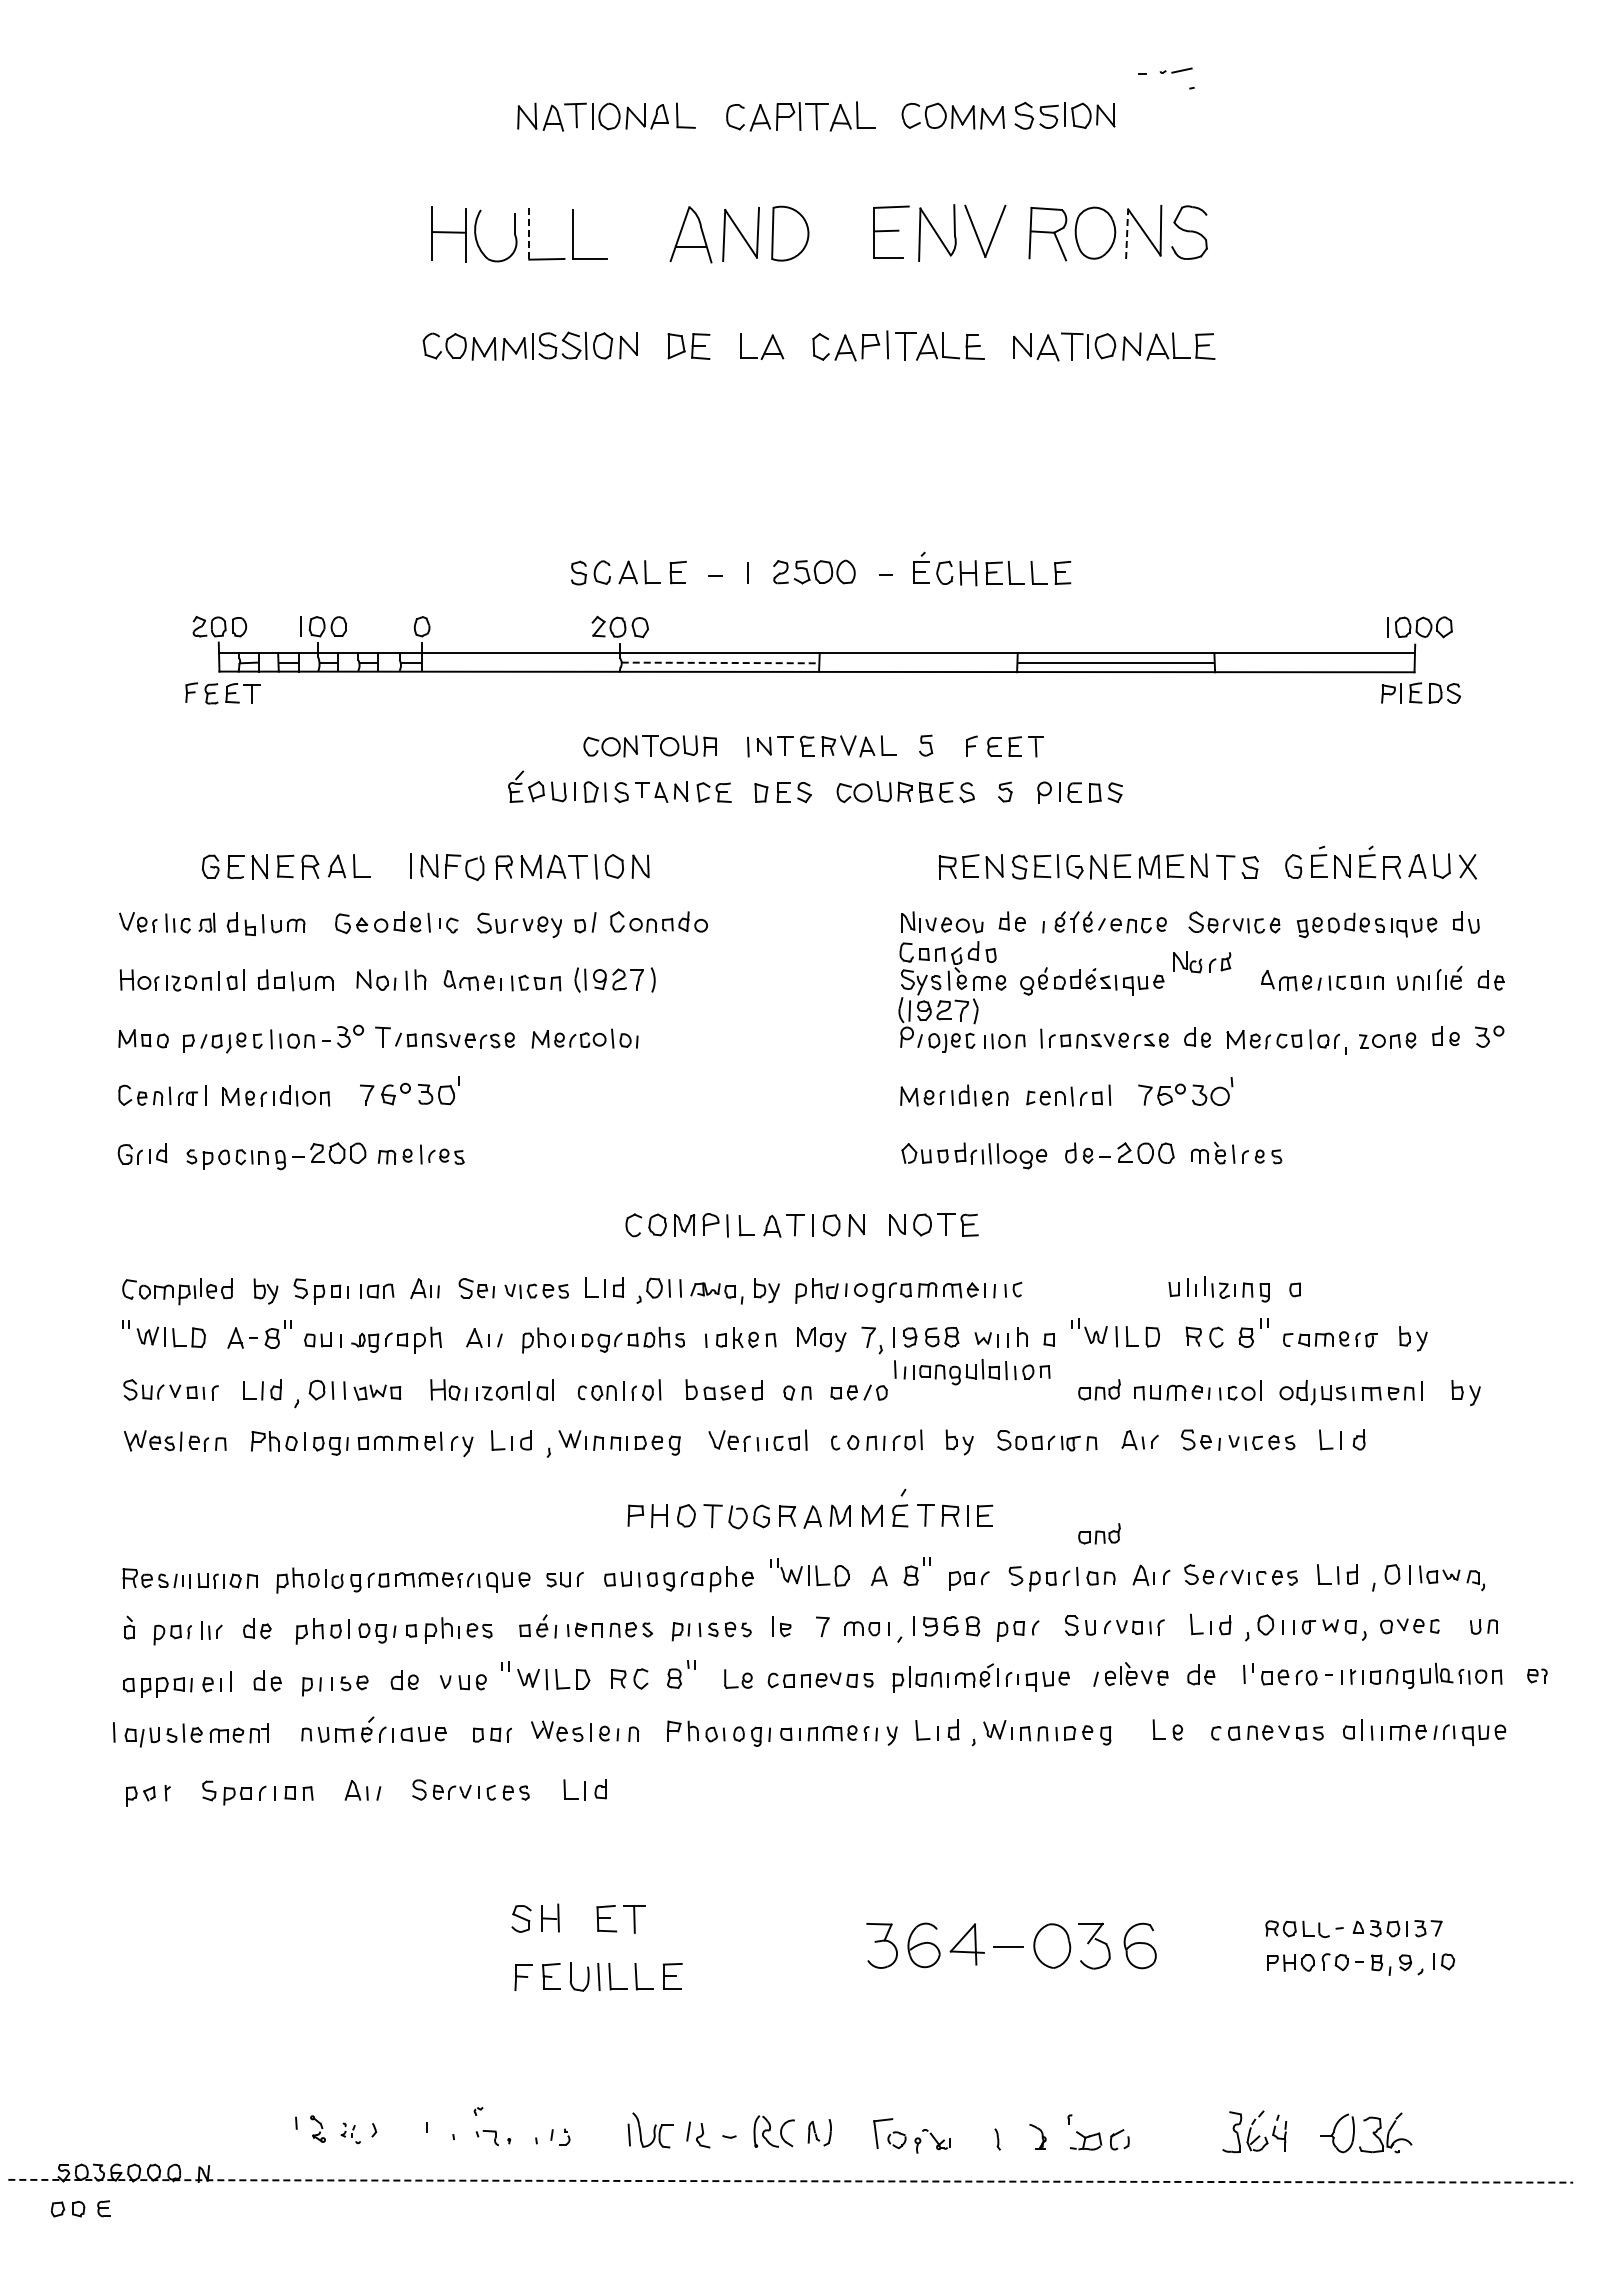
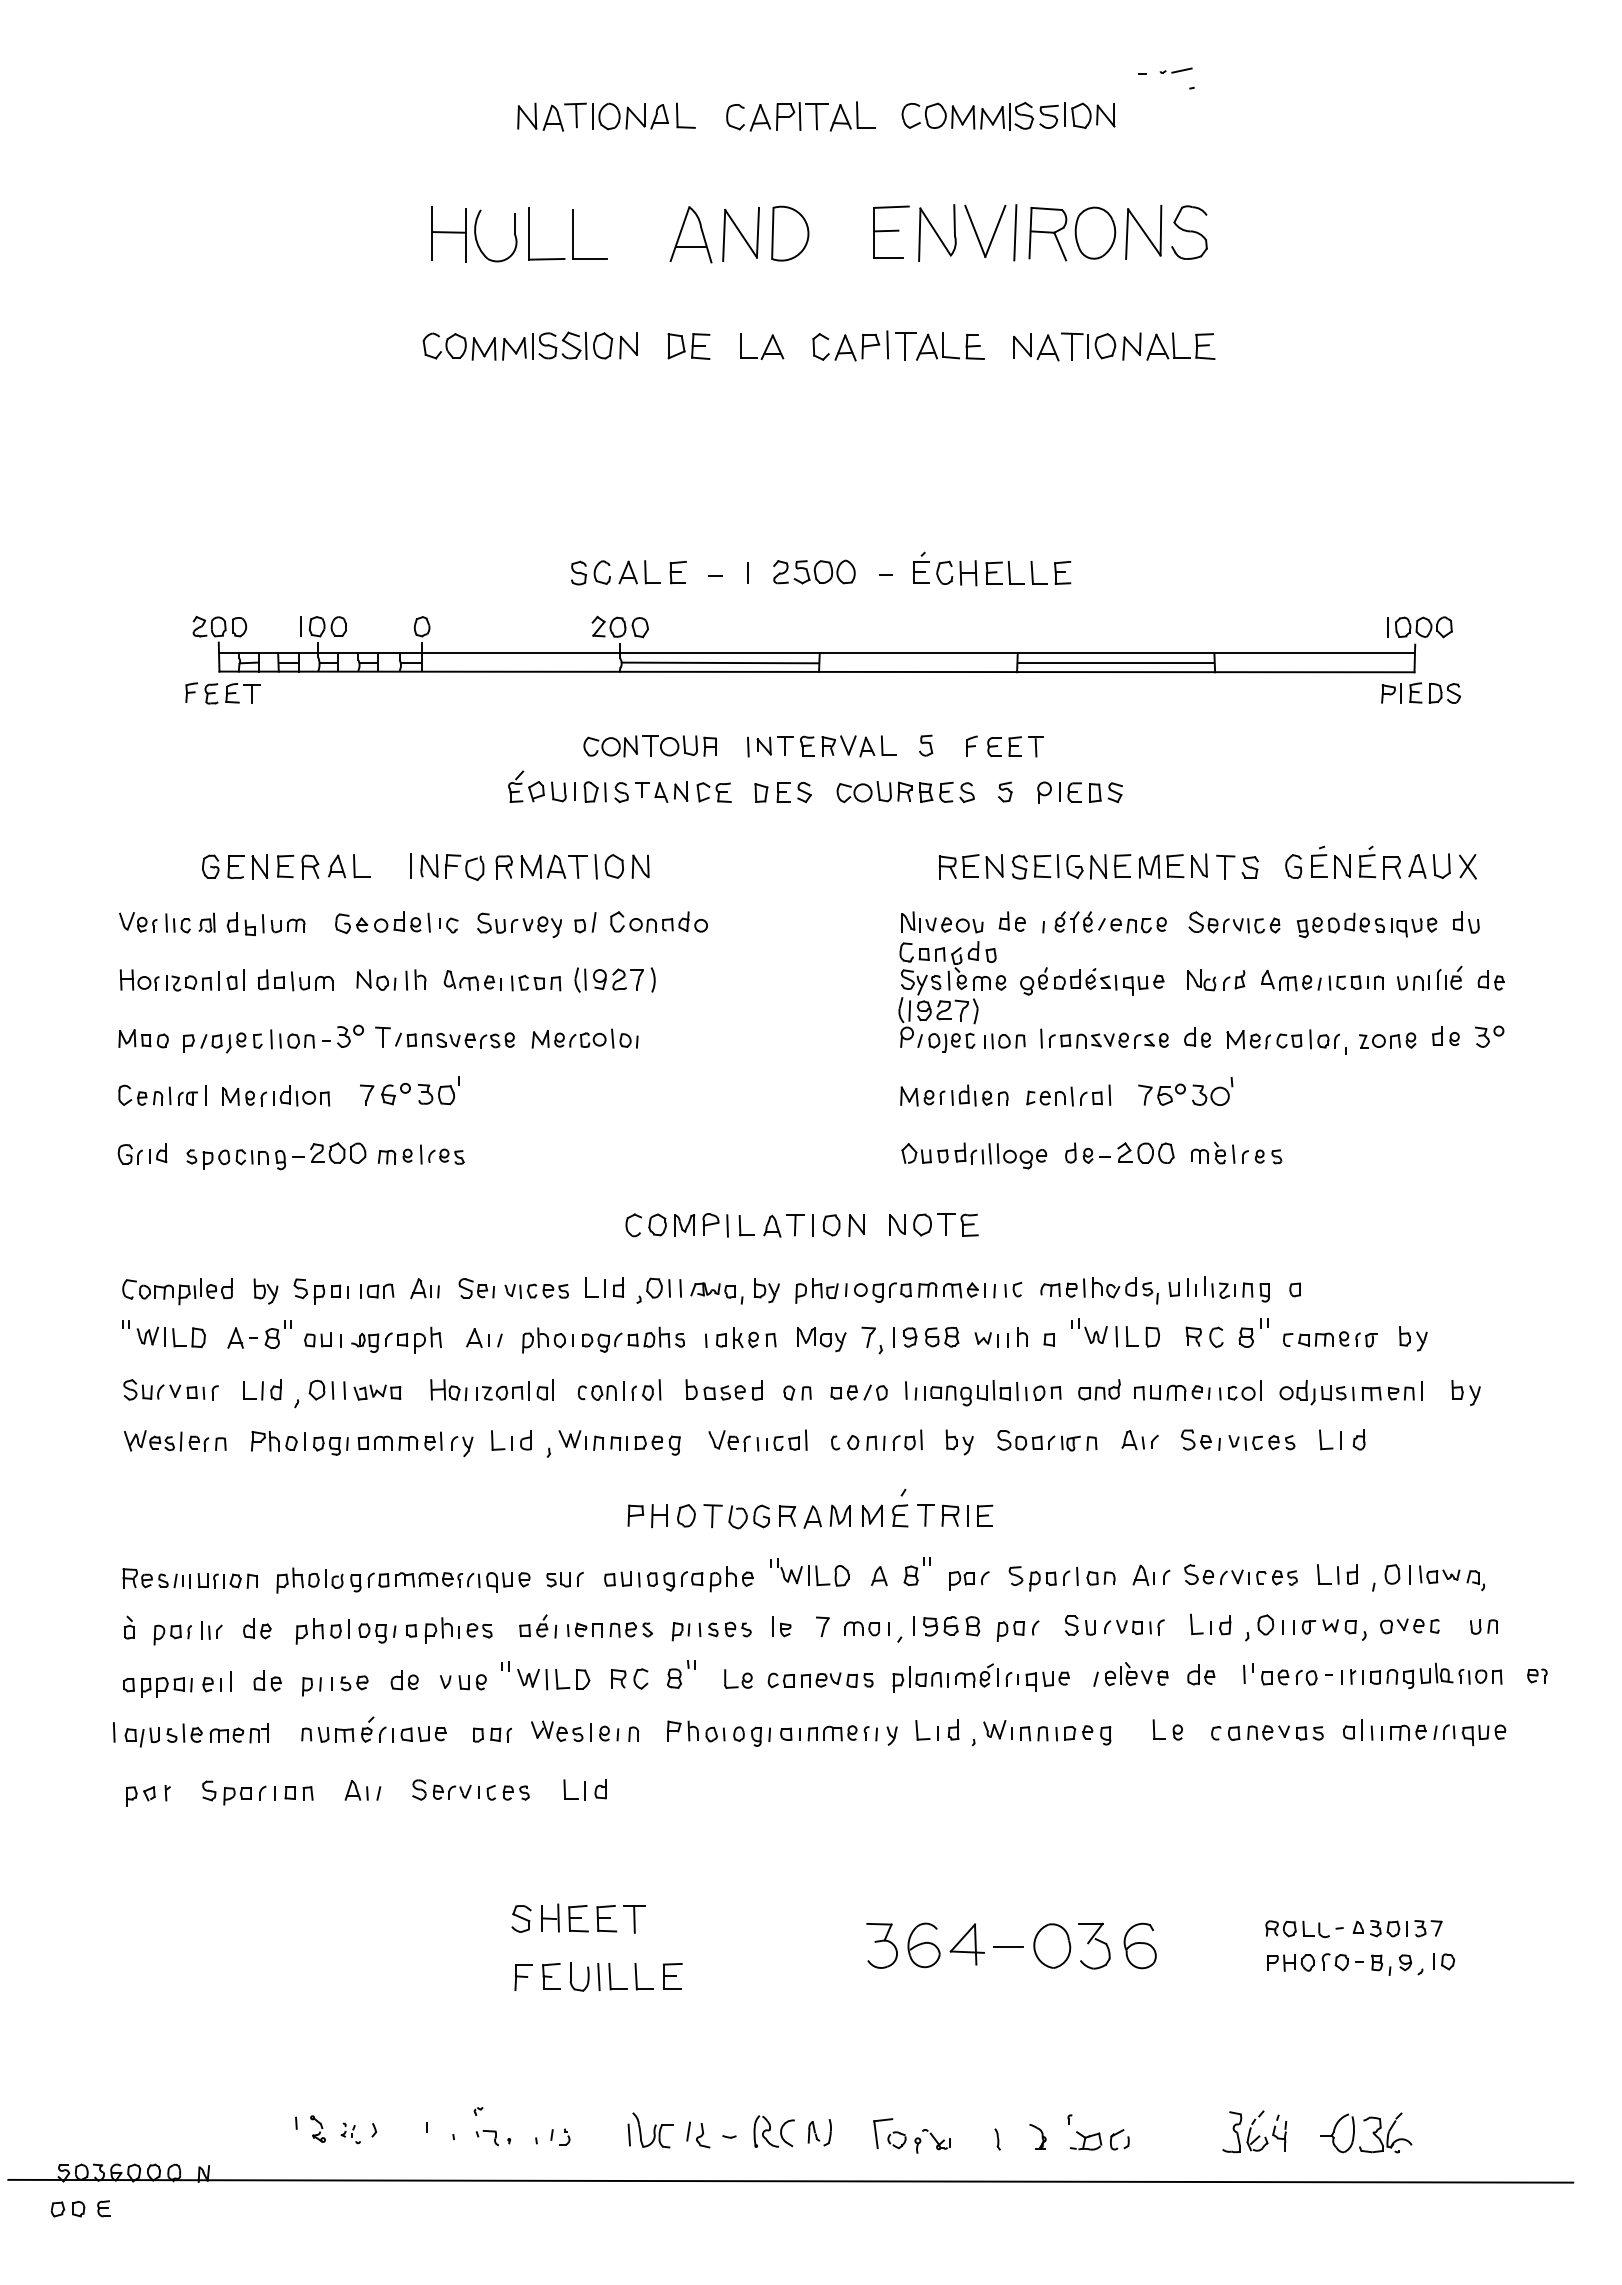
line at (1010, 116): none -> present
line at (1015, 232): none -> present
line at (529, 233): dashed -> solid
line at (1127, 234): dashed -> solid
line at (720, 662): dashed -> solid
part at (1202, 962) position: (1202, 962) -> (1216, 980)
part at (1099, 1290): none -> present
part at (972, 1372) position: (972, 1372) -> (983, 1393)
part at (1099, 1533): present -> none
part at (578, 1918): none -> present
line at (791, 2181): dashed -> solid
